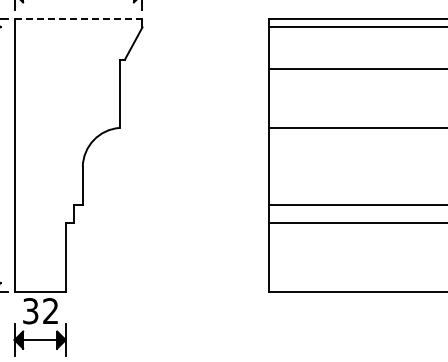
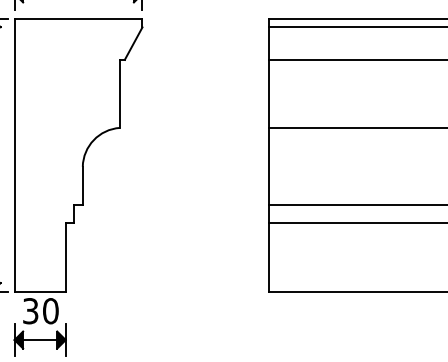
line at (78, 18): dashed -> solid
line at (356, 68) position: (356, 68) -> (356, 59)
text at (50, 311): 32 -> 30
